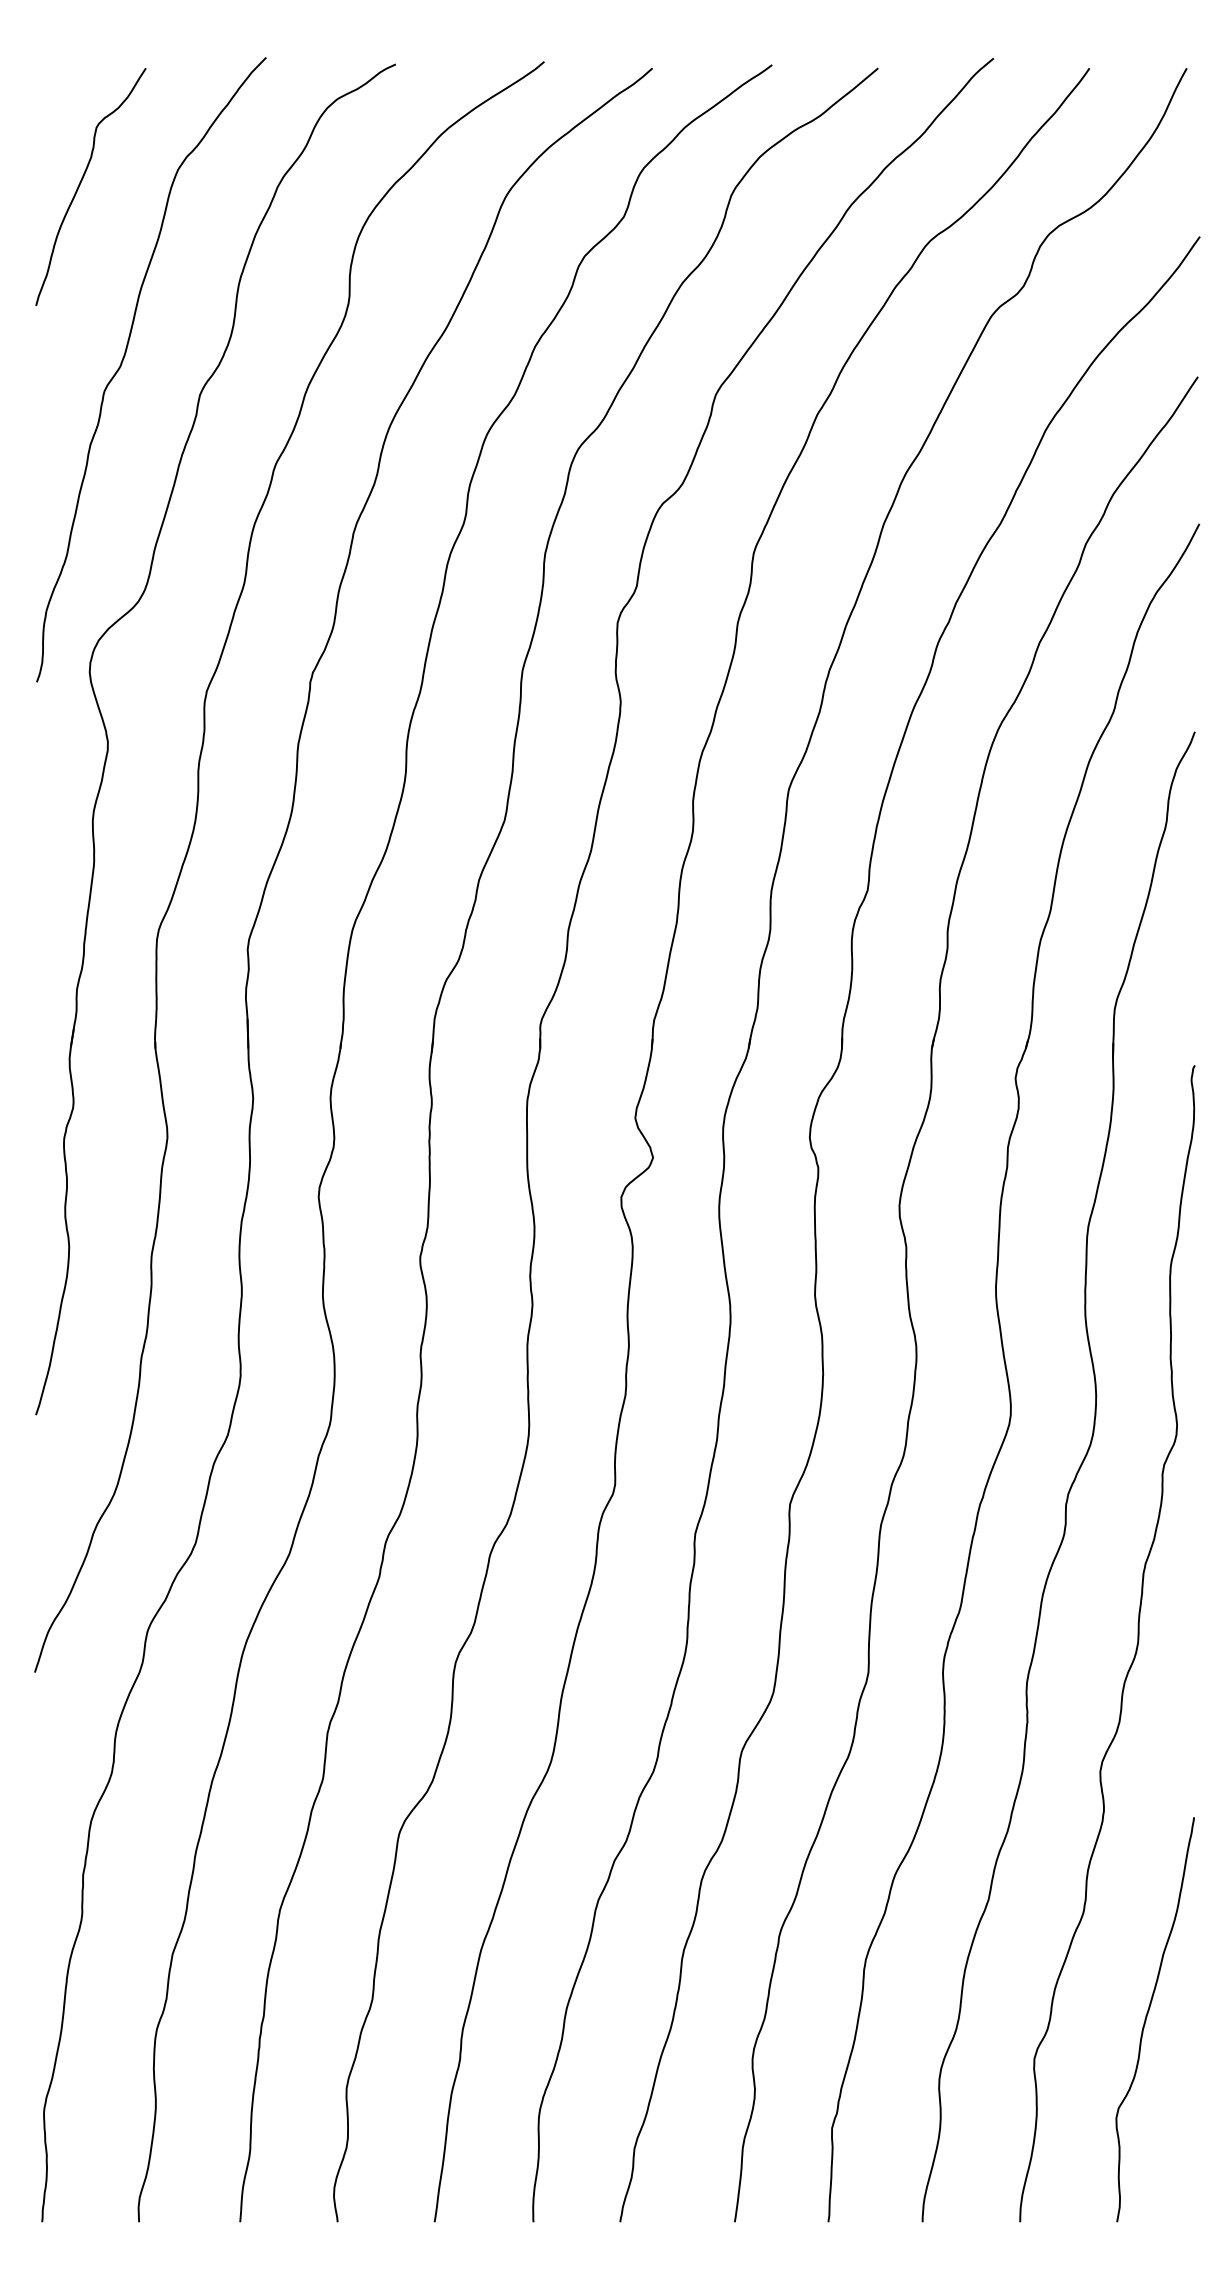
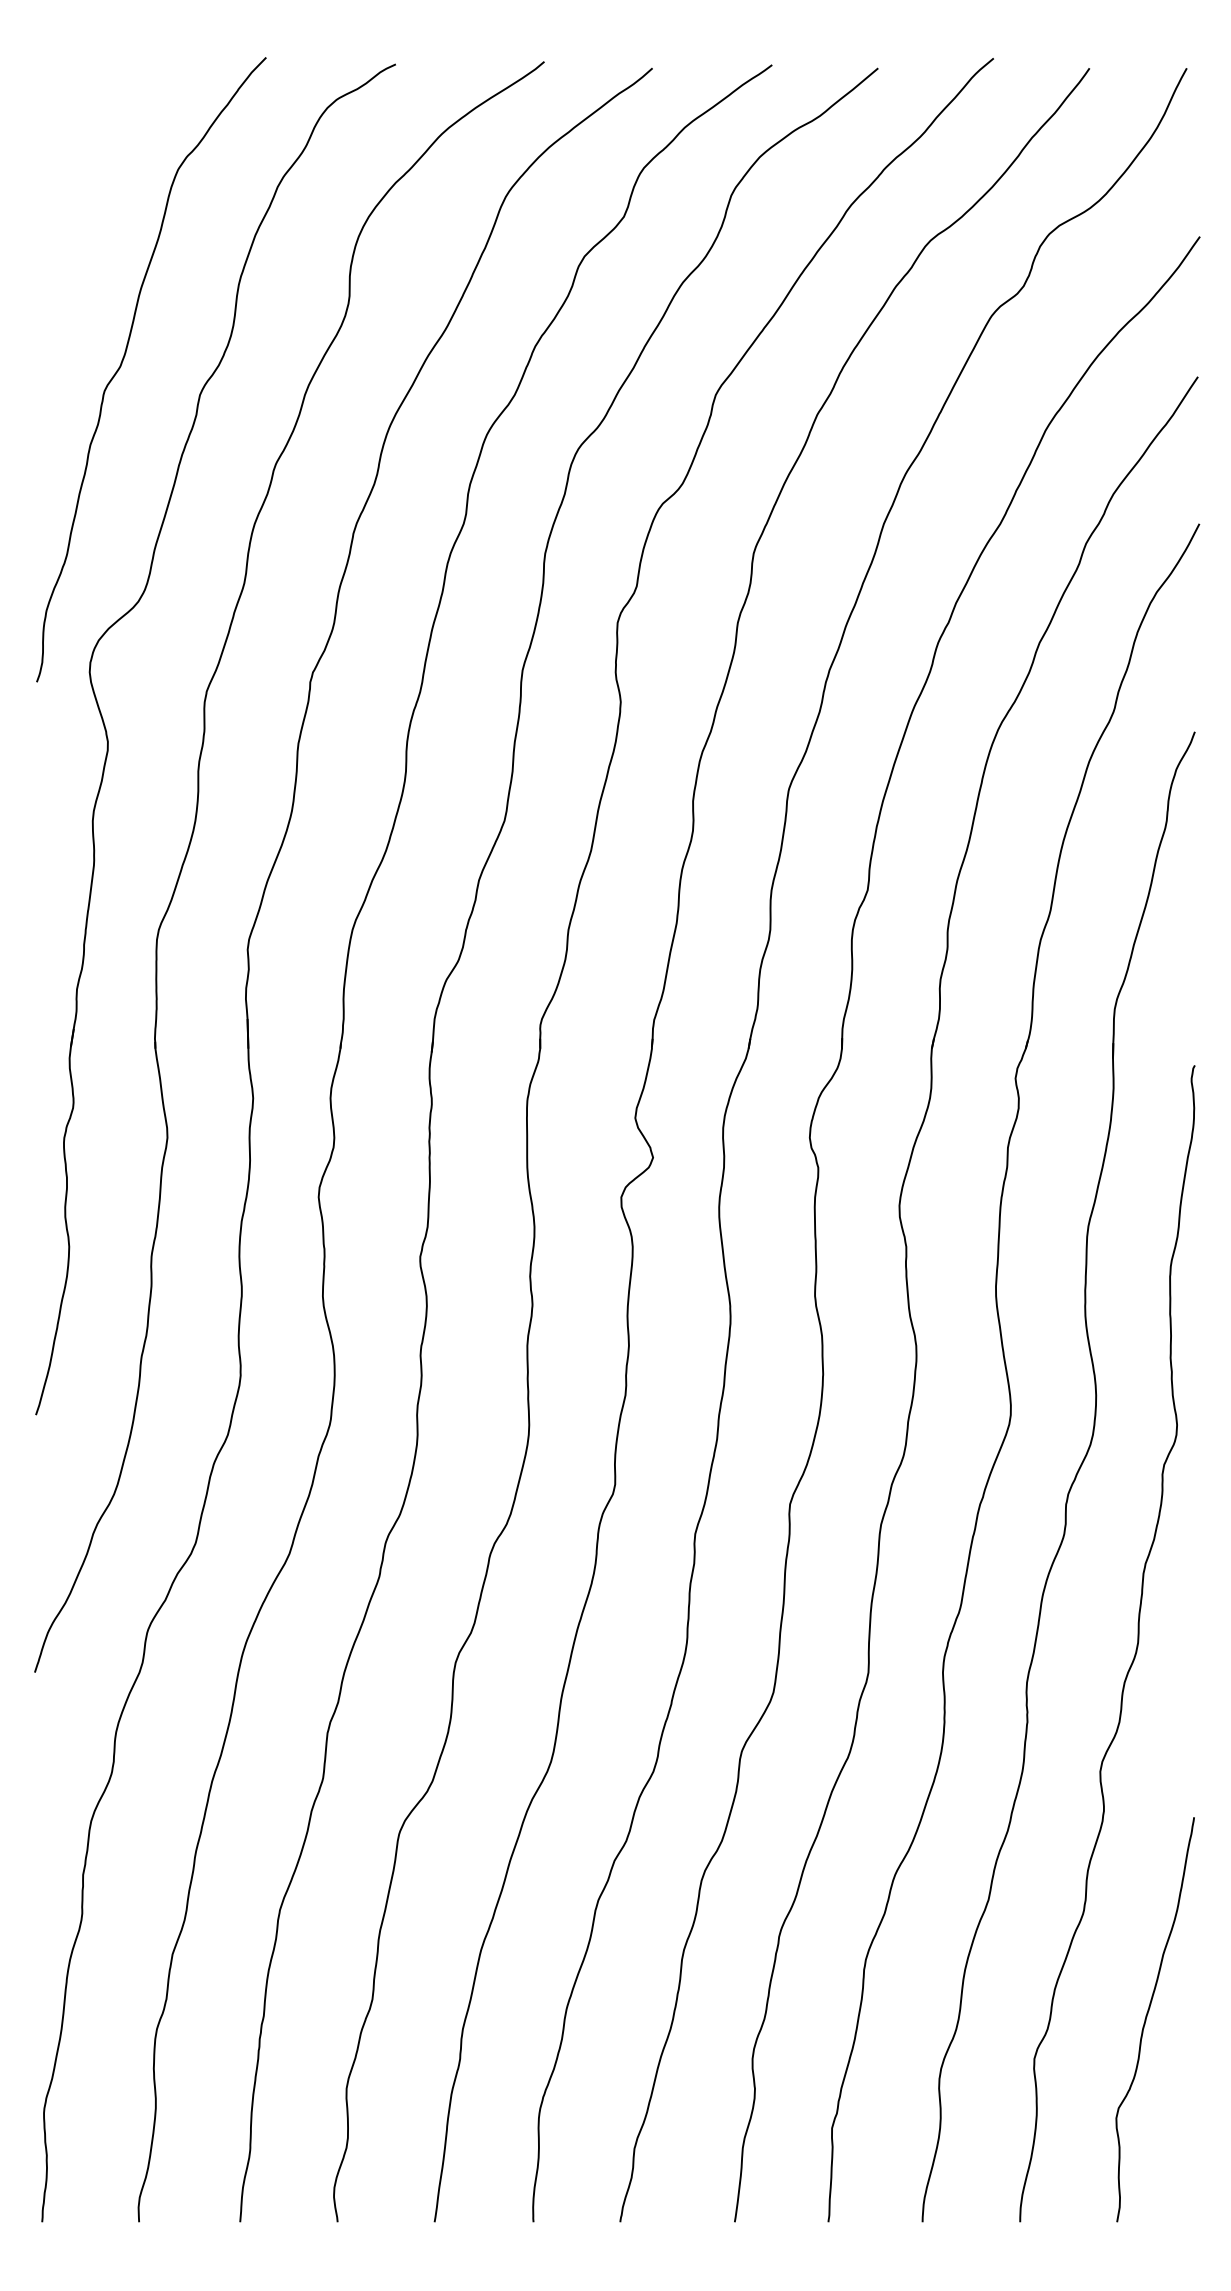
curve at (81, 183): present -> none
